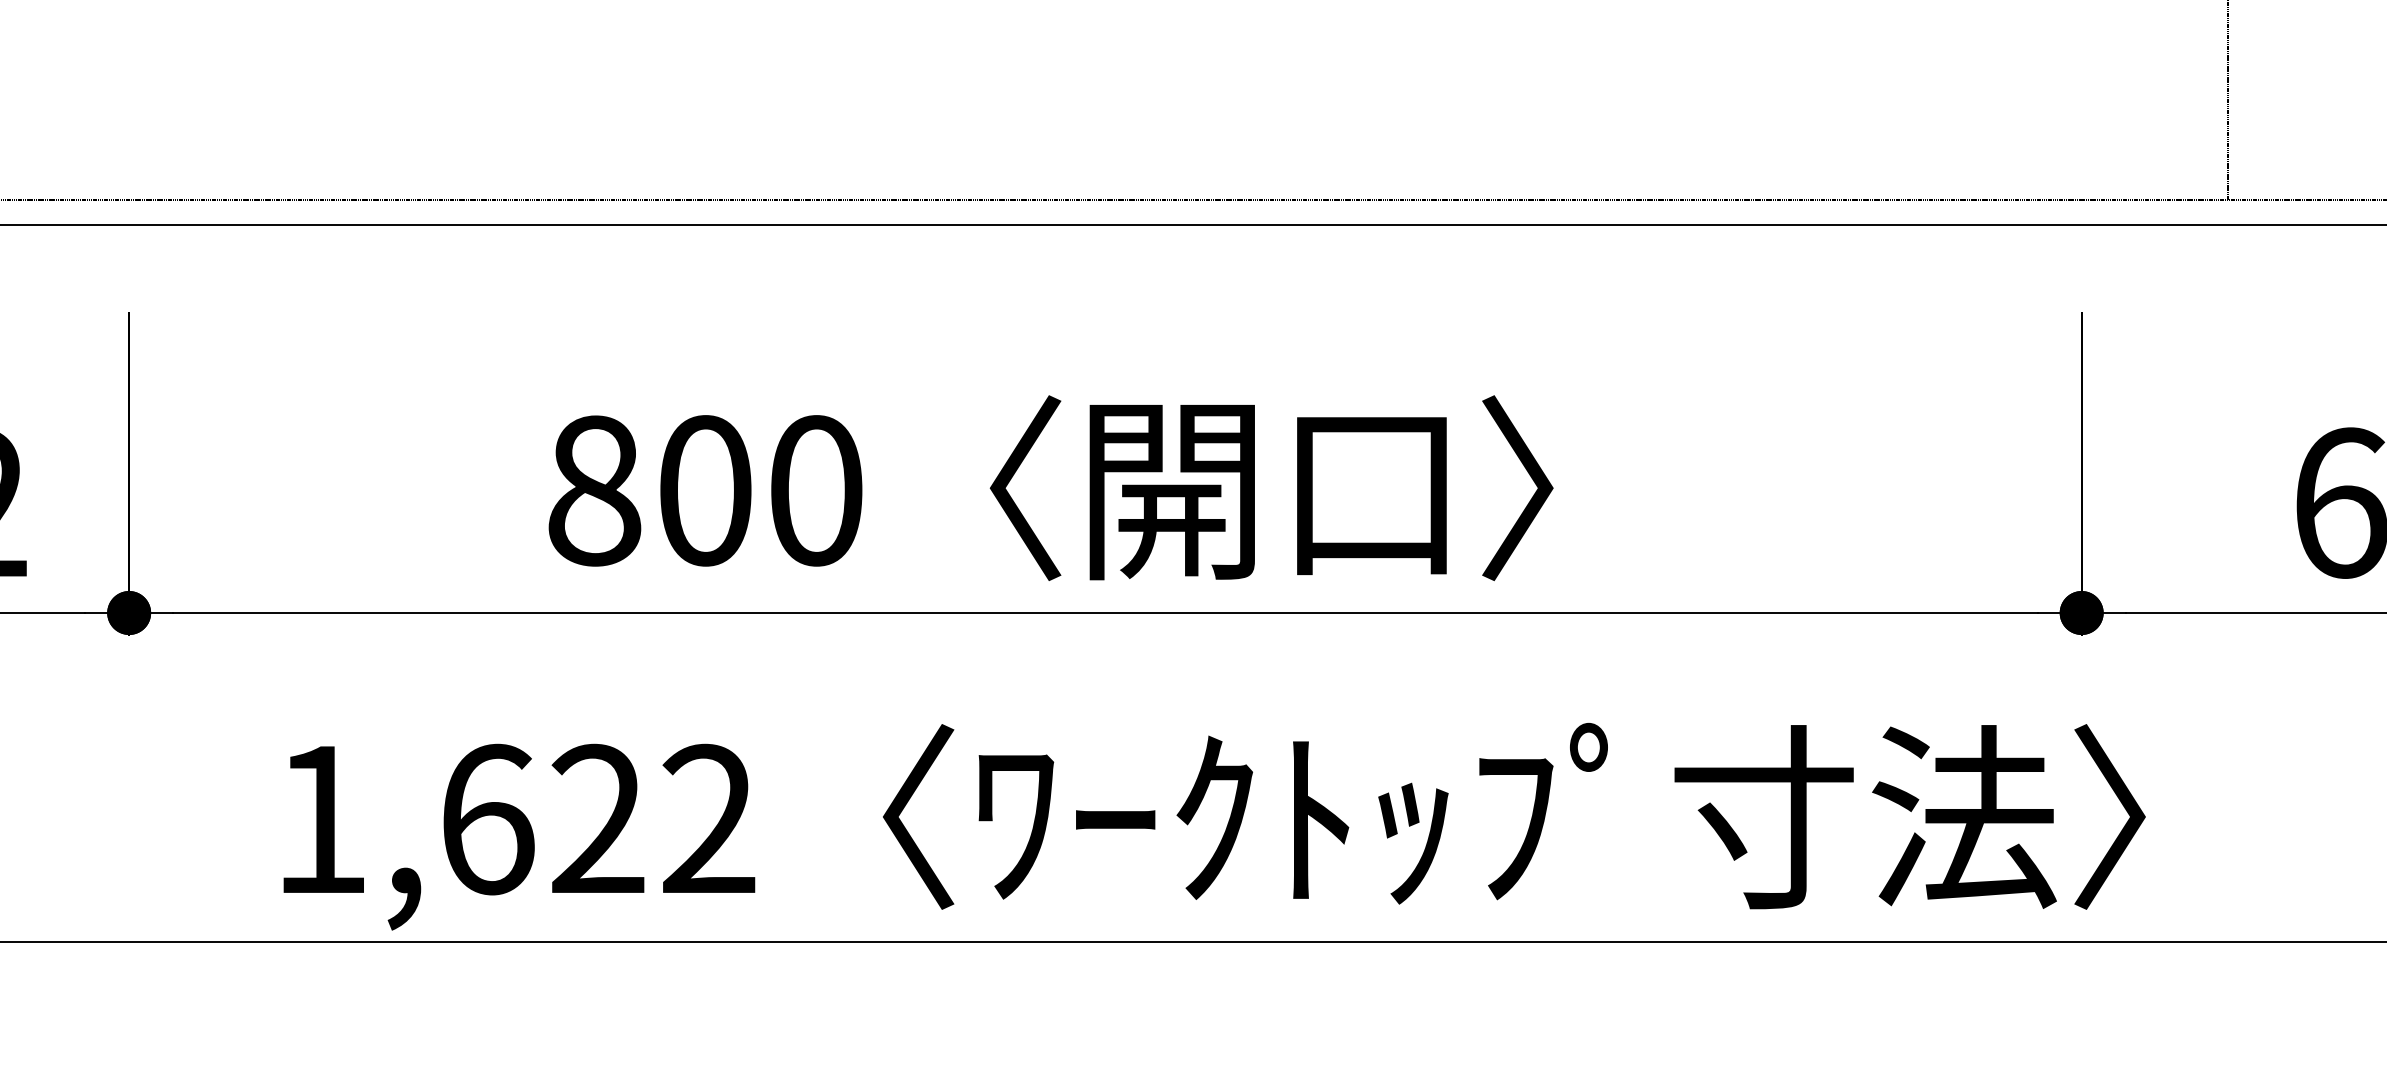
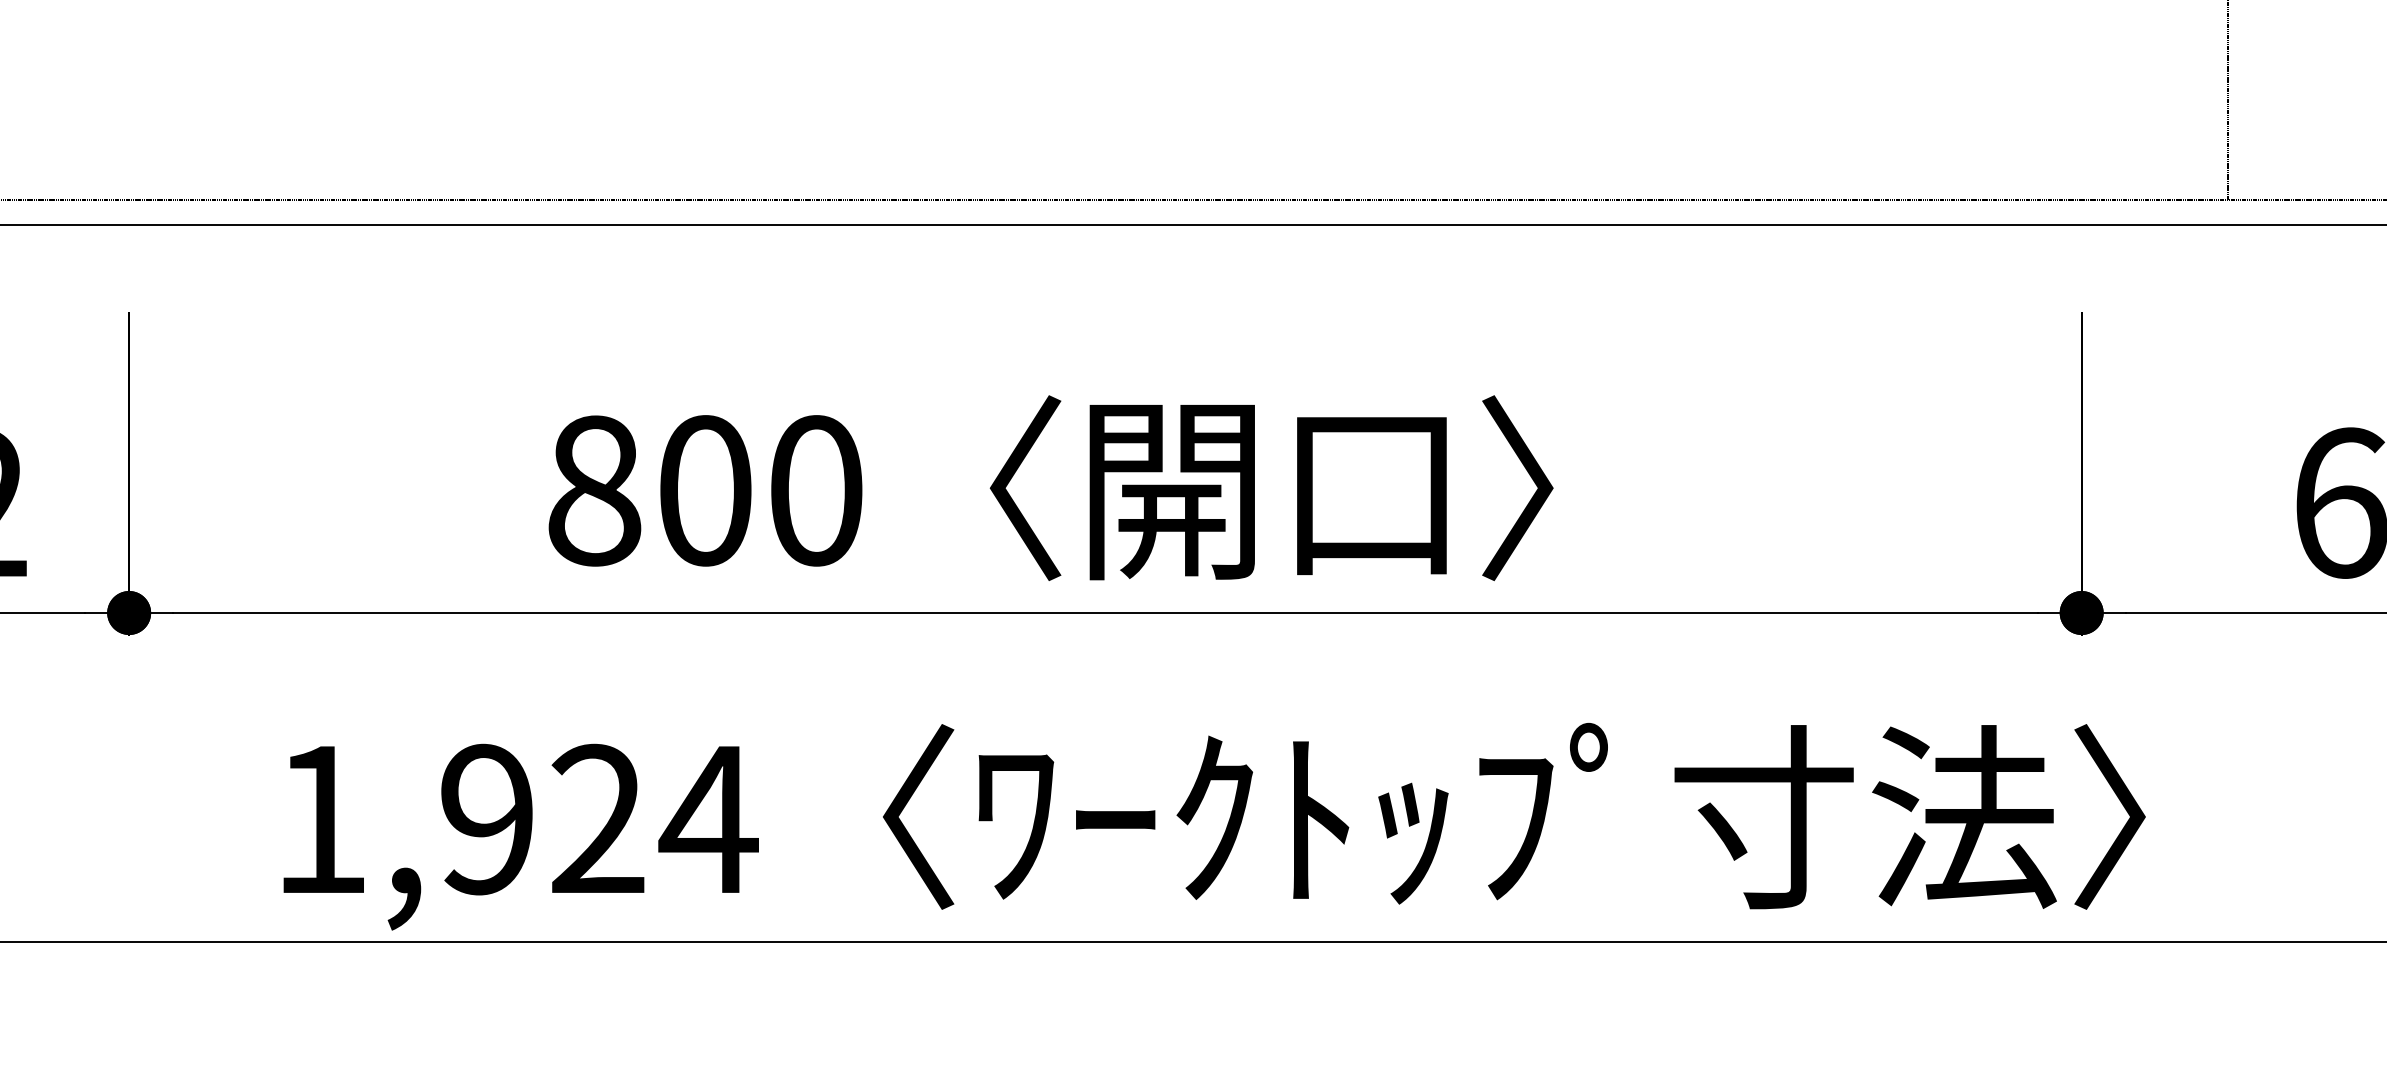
text at (599, 819): 1,622 -> 1,924
